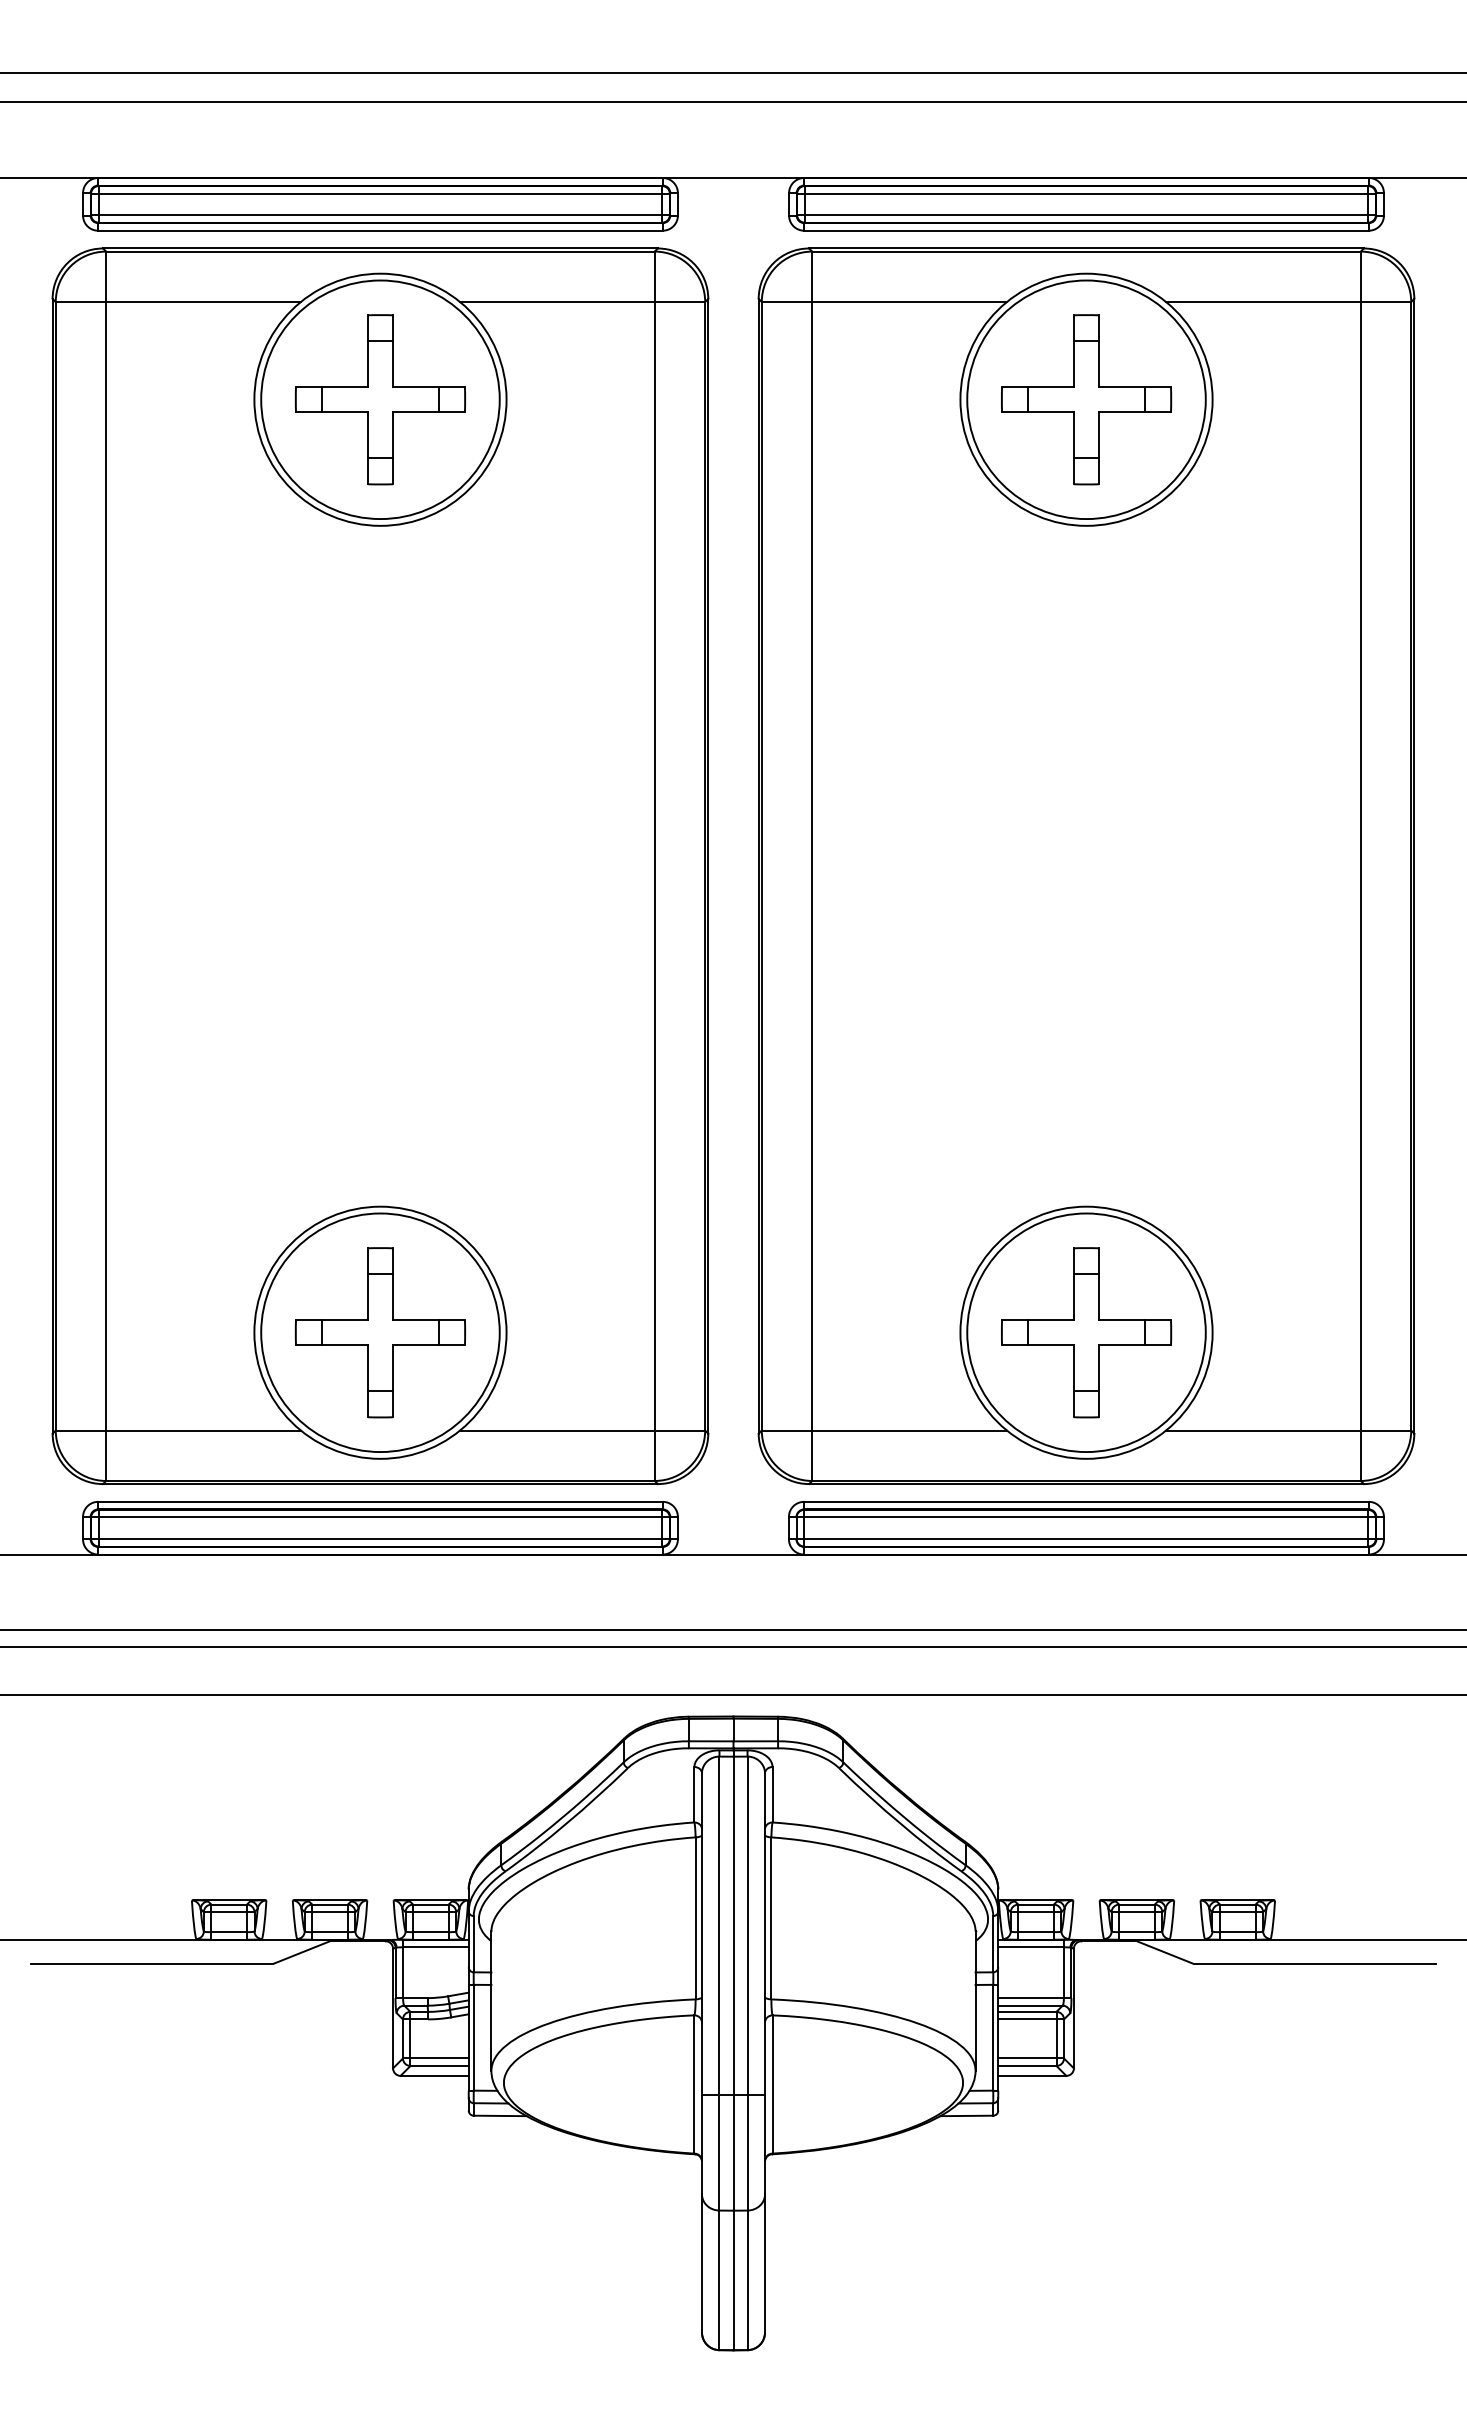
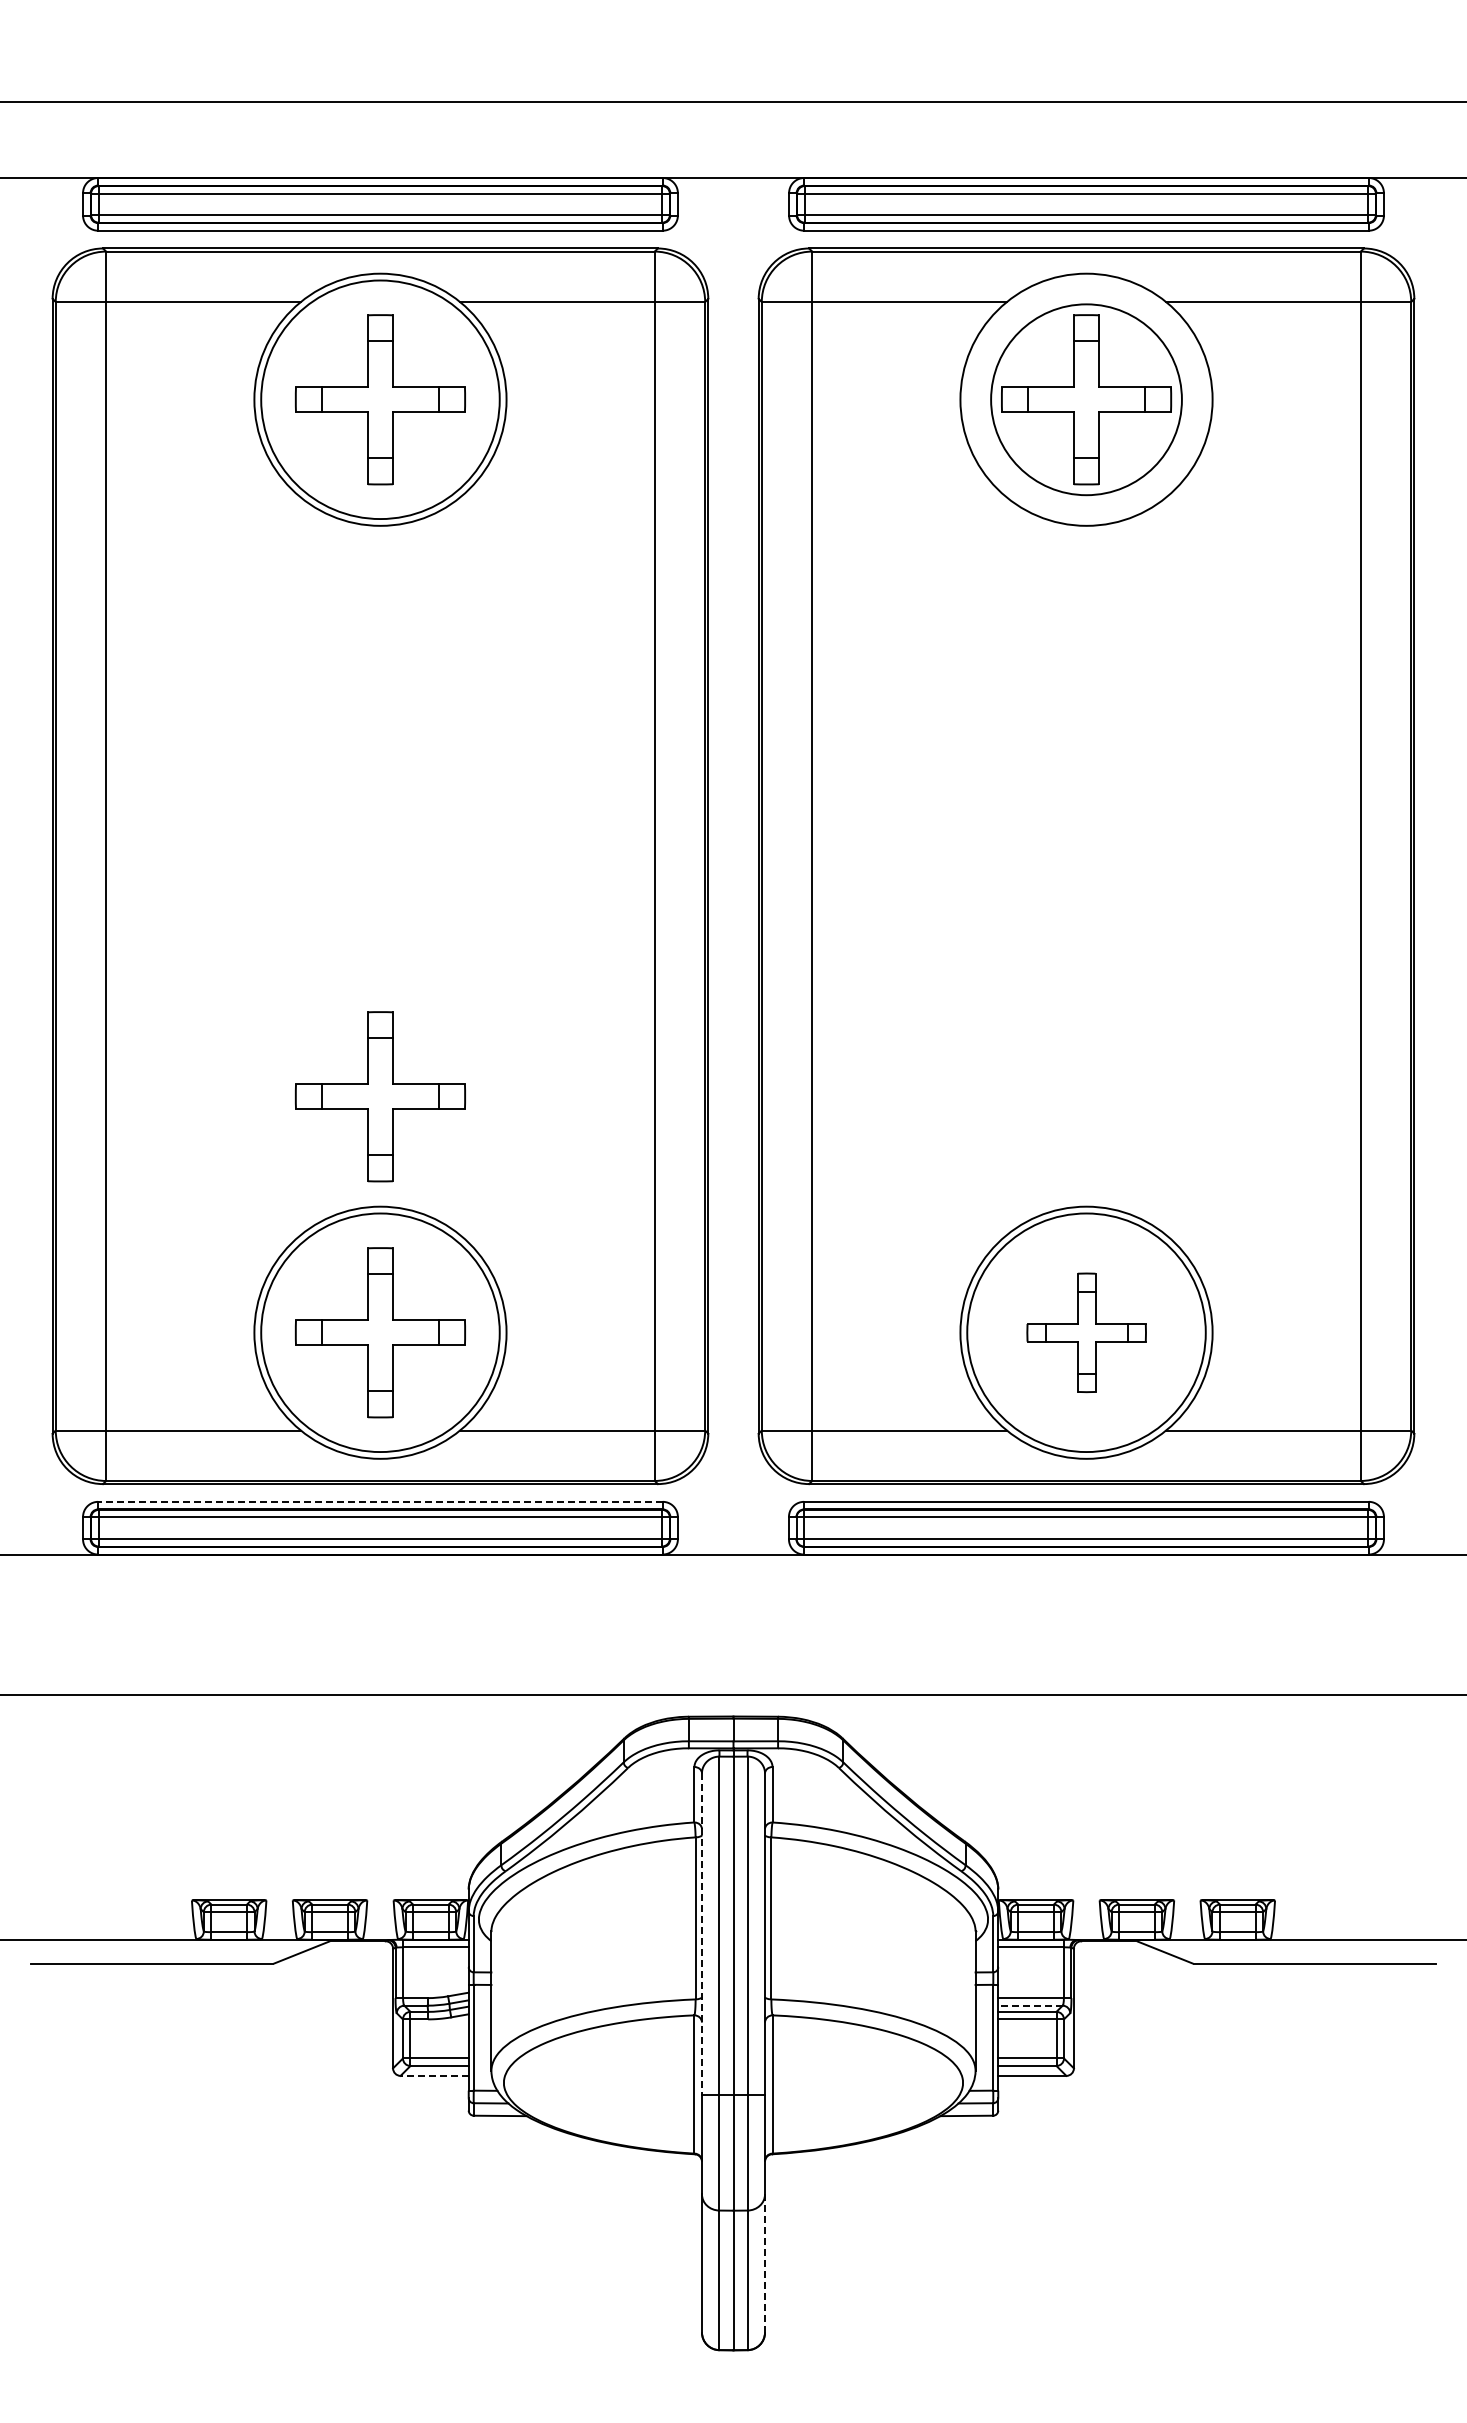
line at (732, 72): present -> none
circle at (1086, 399) diameter: 239 px -> 191 px
part at (379, 1096): none -> present
part at (1086, 1332) size: 172x172 px -> 121x122 px
line at (379, 1501): solid -> dashed
line at (732, 1630): present -> none
line at (732, 1647): present -> none
line at (701, 1934): solid -> dashed
line at (1029, 2005): solid -> dashed
line at (434, 2075): solid -> dashed
line at (765, 2262): solid -> dashed
